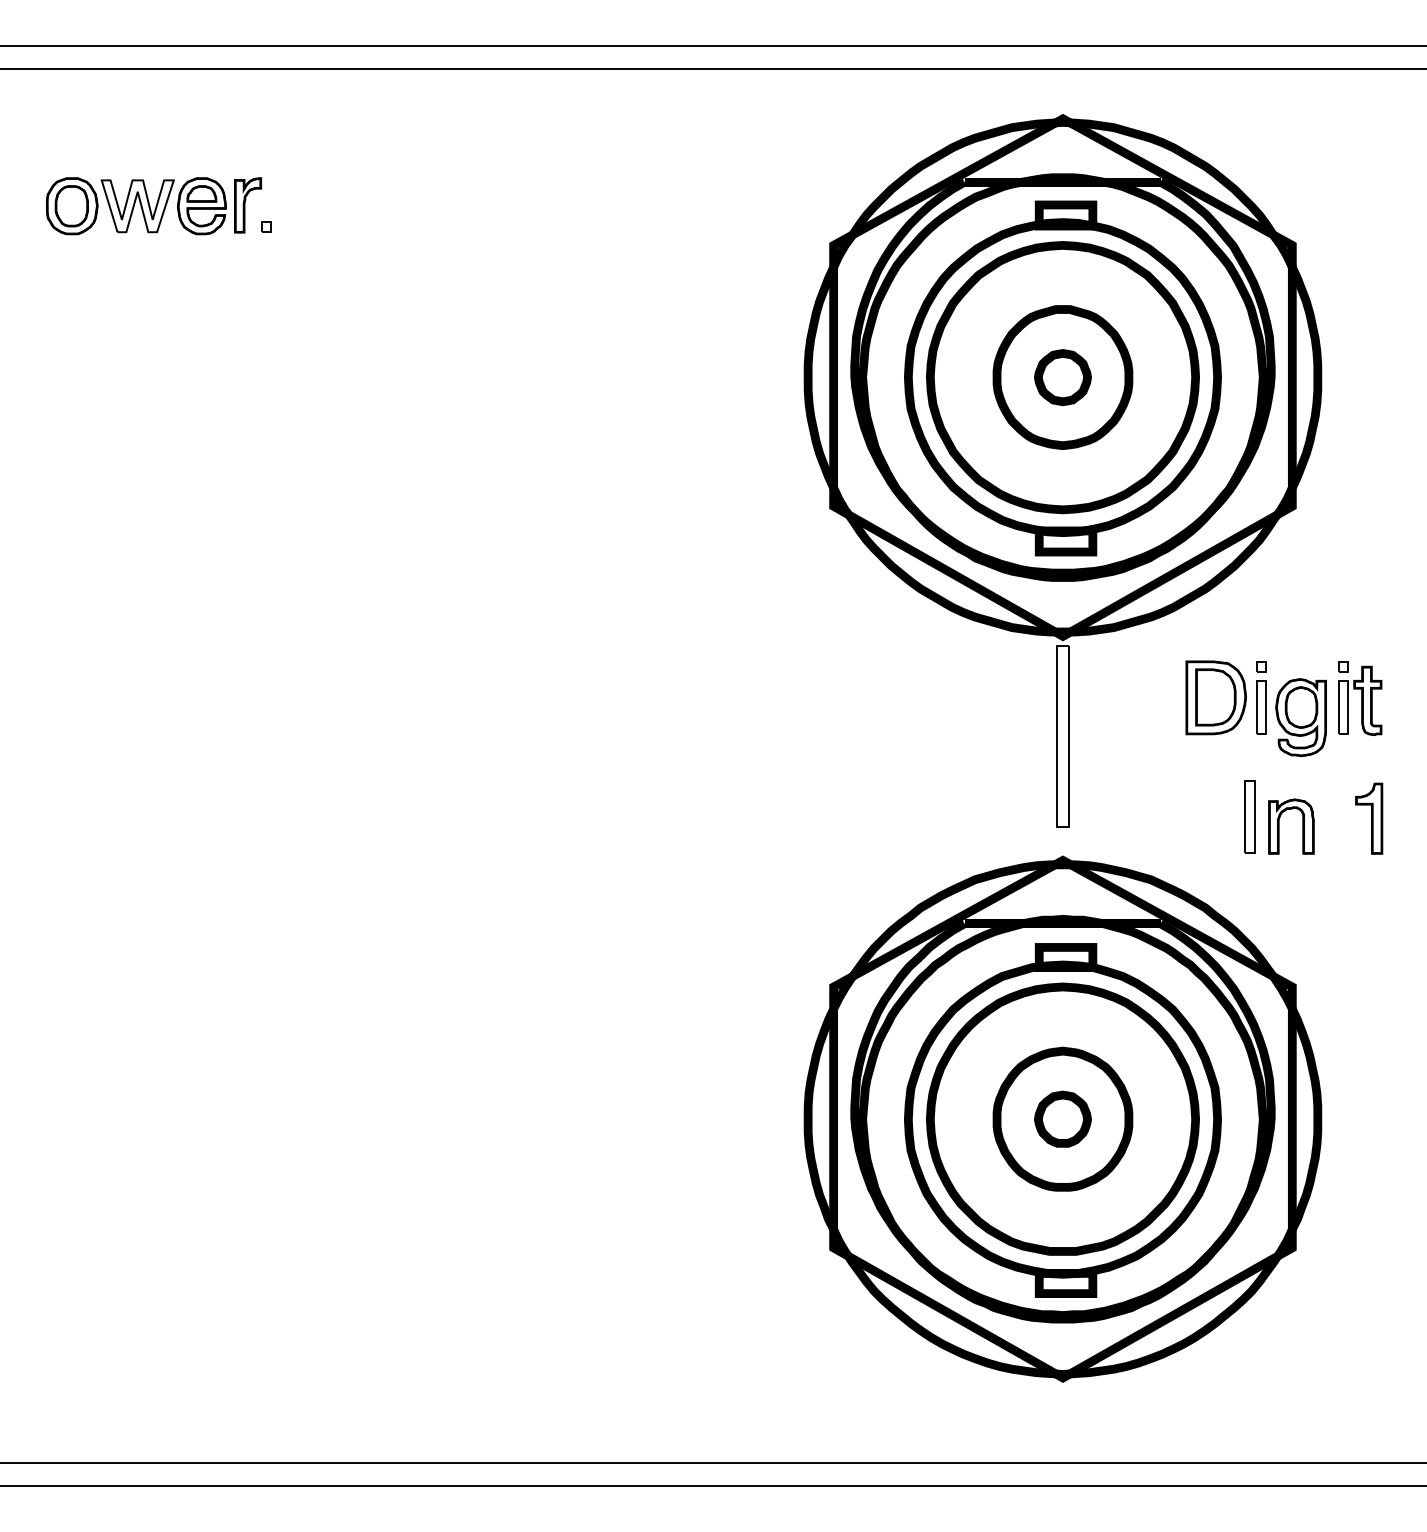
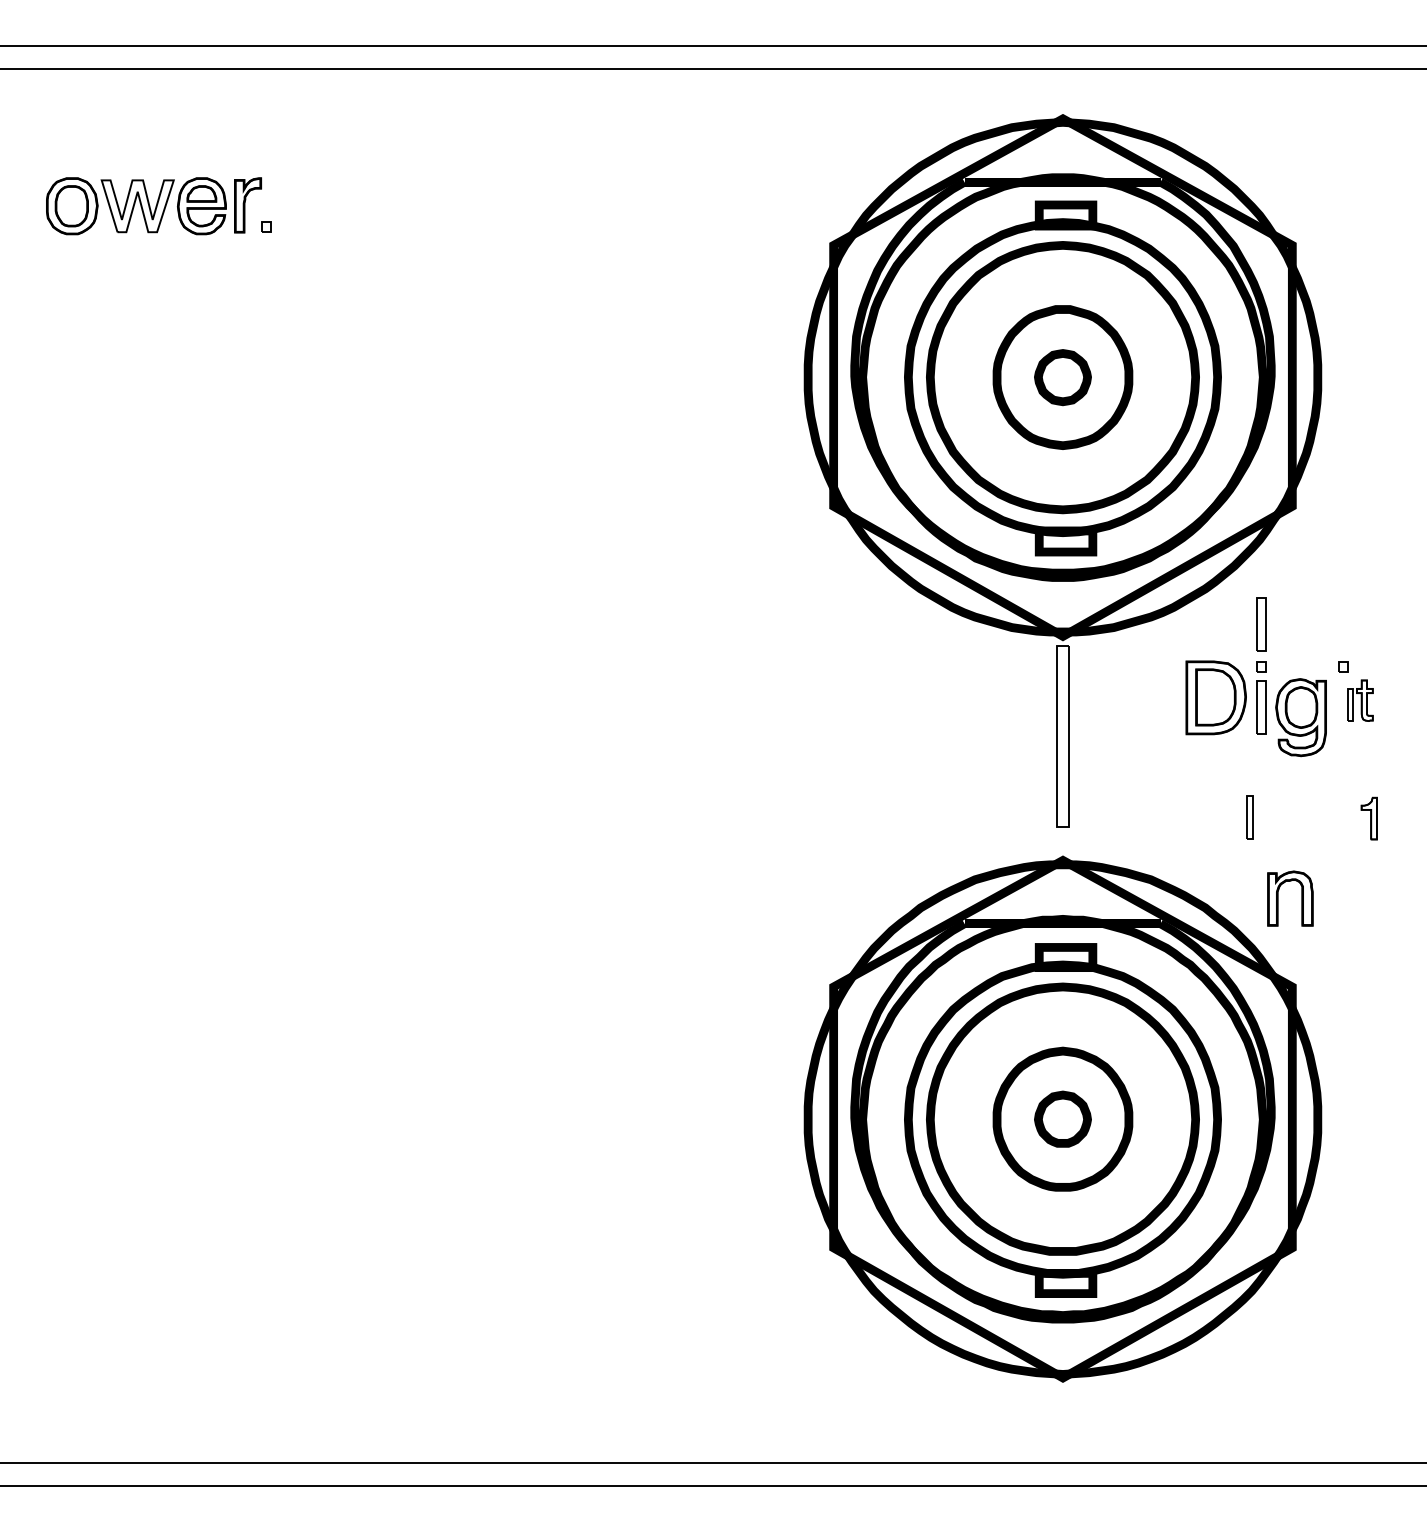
part at (1261, 624): none -> present
part at (1360, 700) size: 45x71 px -> 27x43 px
part at (1249, 816) size: 12x74 px -> 8x45 px
part at (1369, 818) size: 29x73 px -> 18x45 px
part at (1302, 826) position: (1302, 826) -> (1301, 898)
